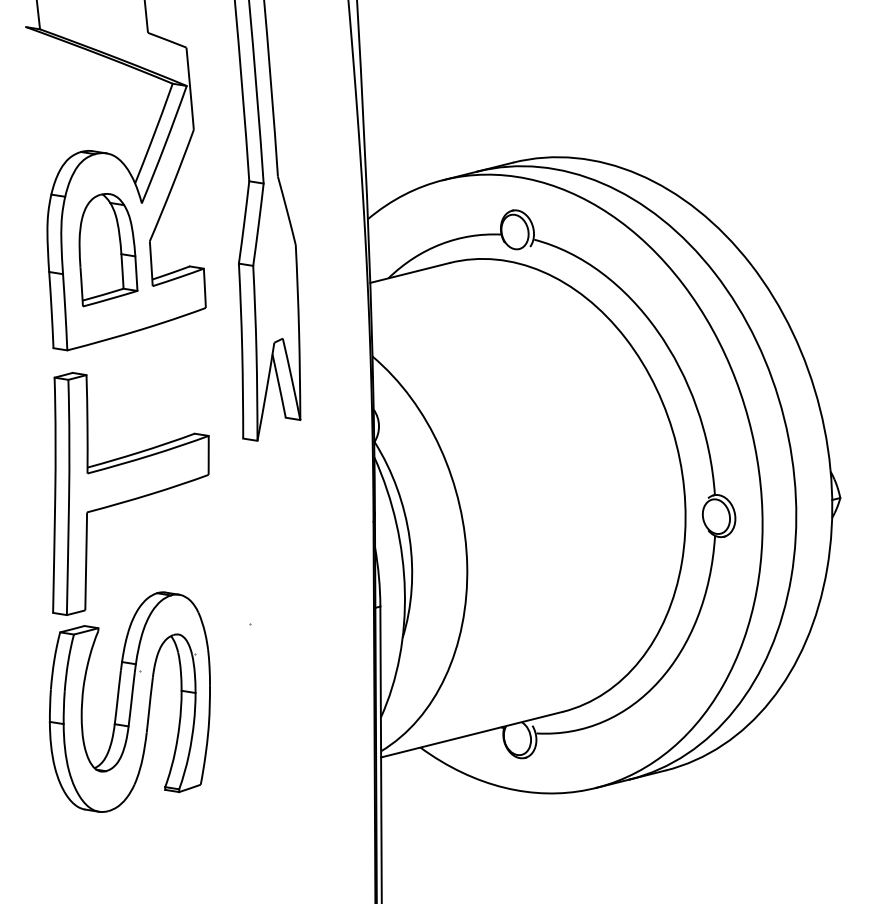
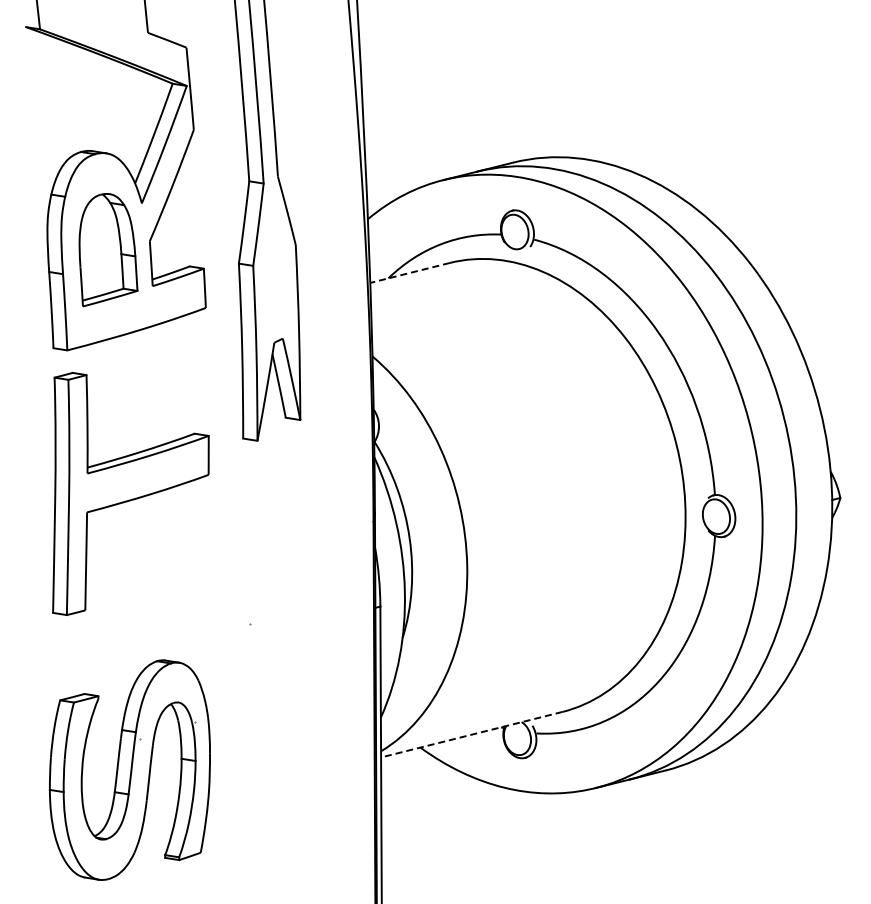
line at (409, 273): solid -> dashed
part at (129, 701) position: (129, 701) -> (129, 769)
line at (471, 734): solid -> dashed
